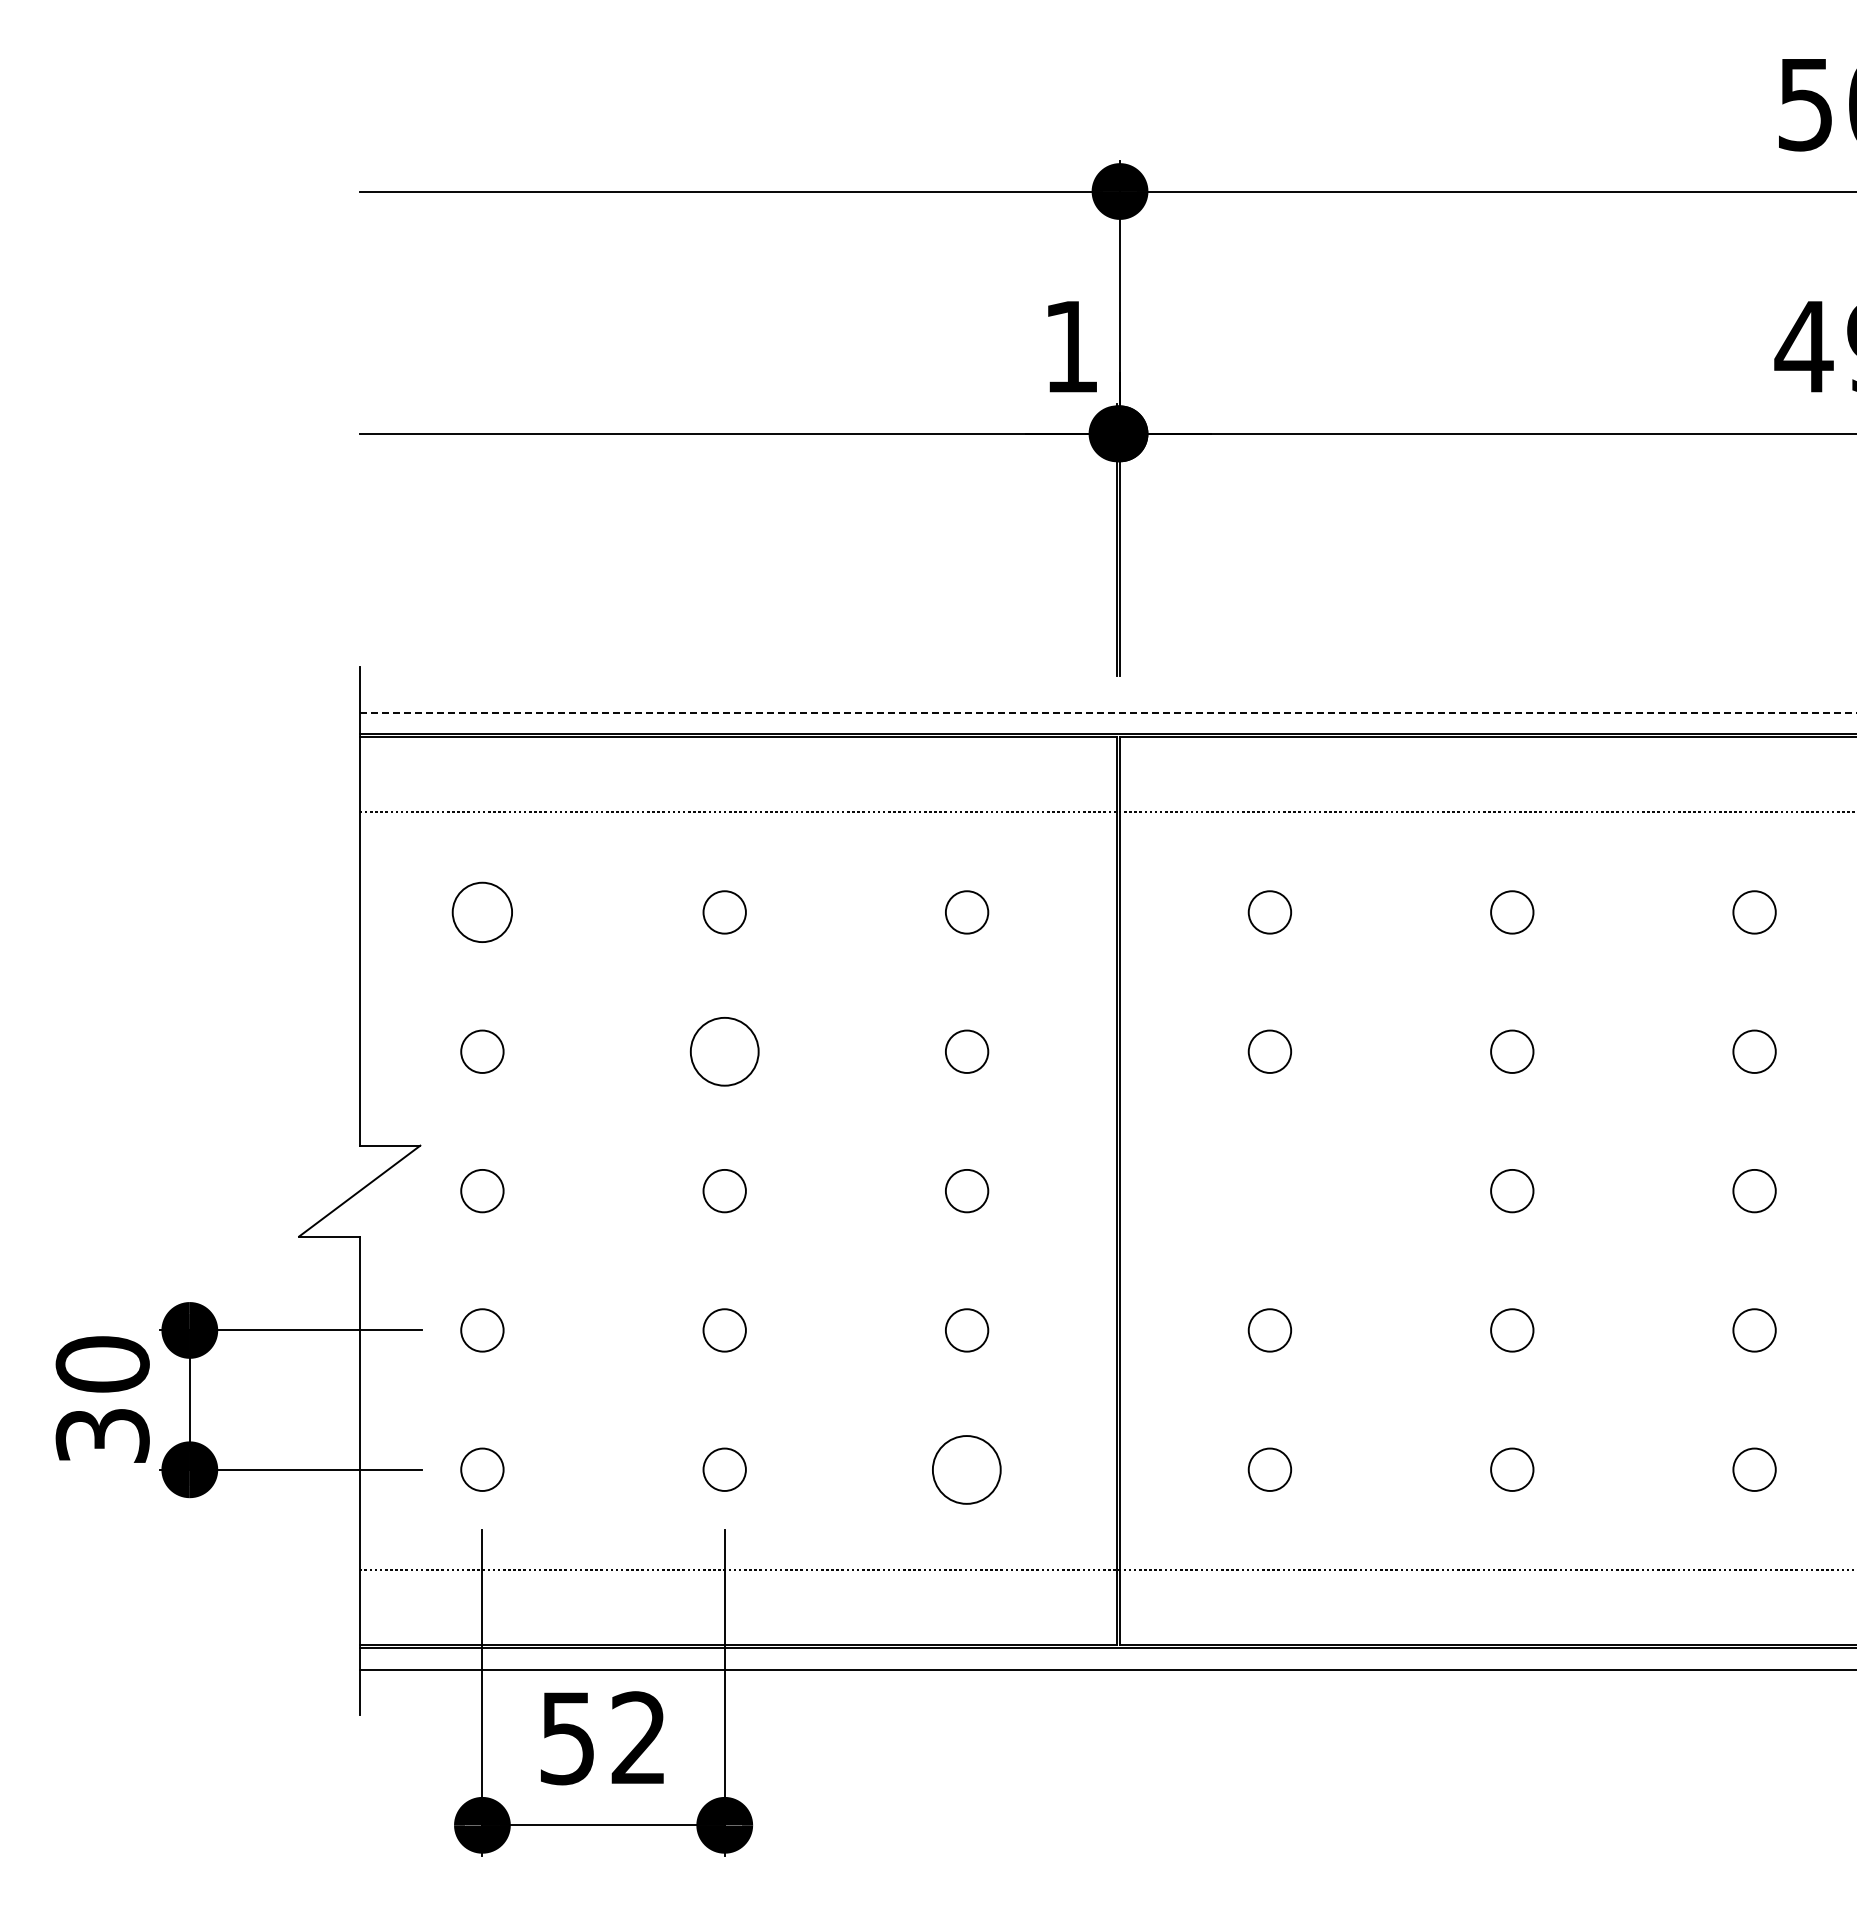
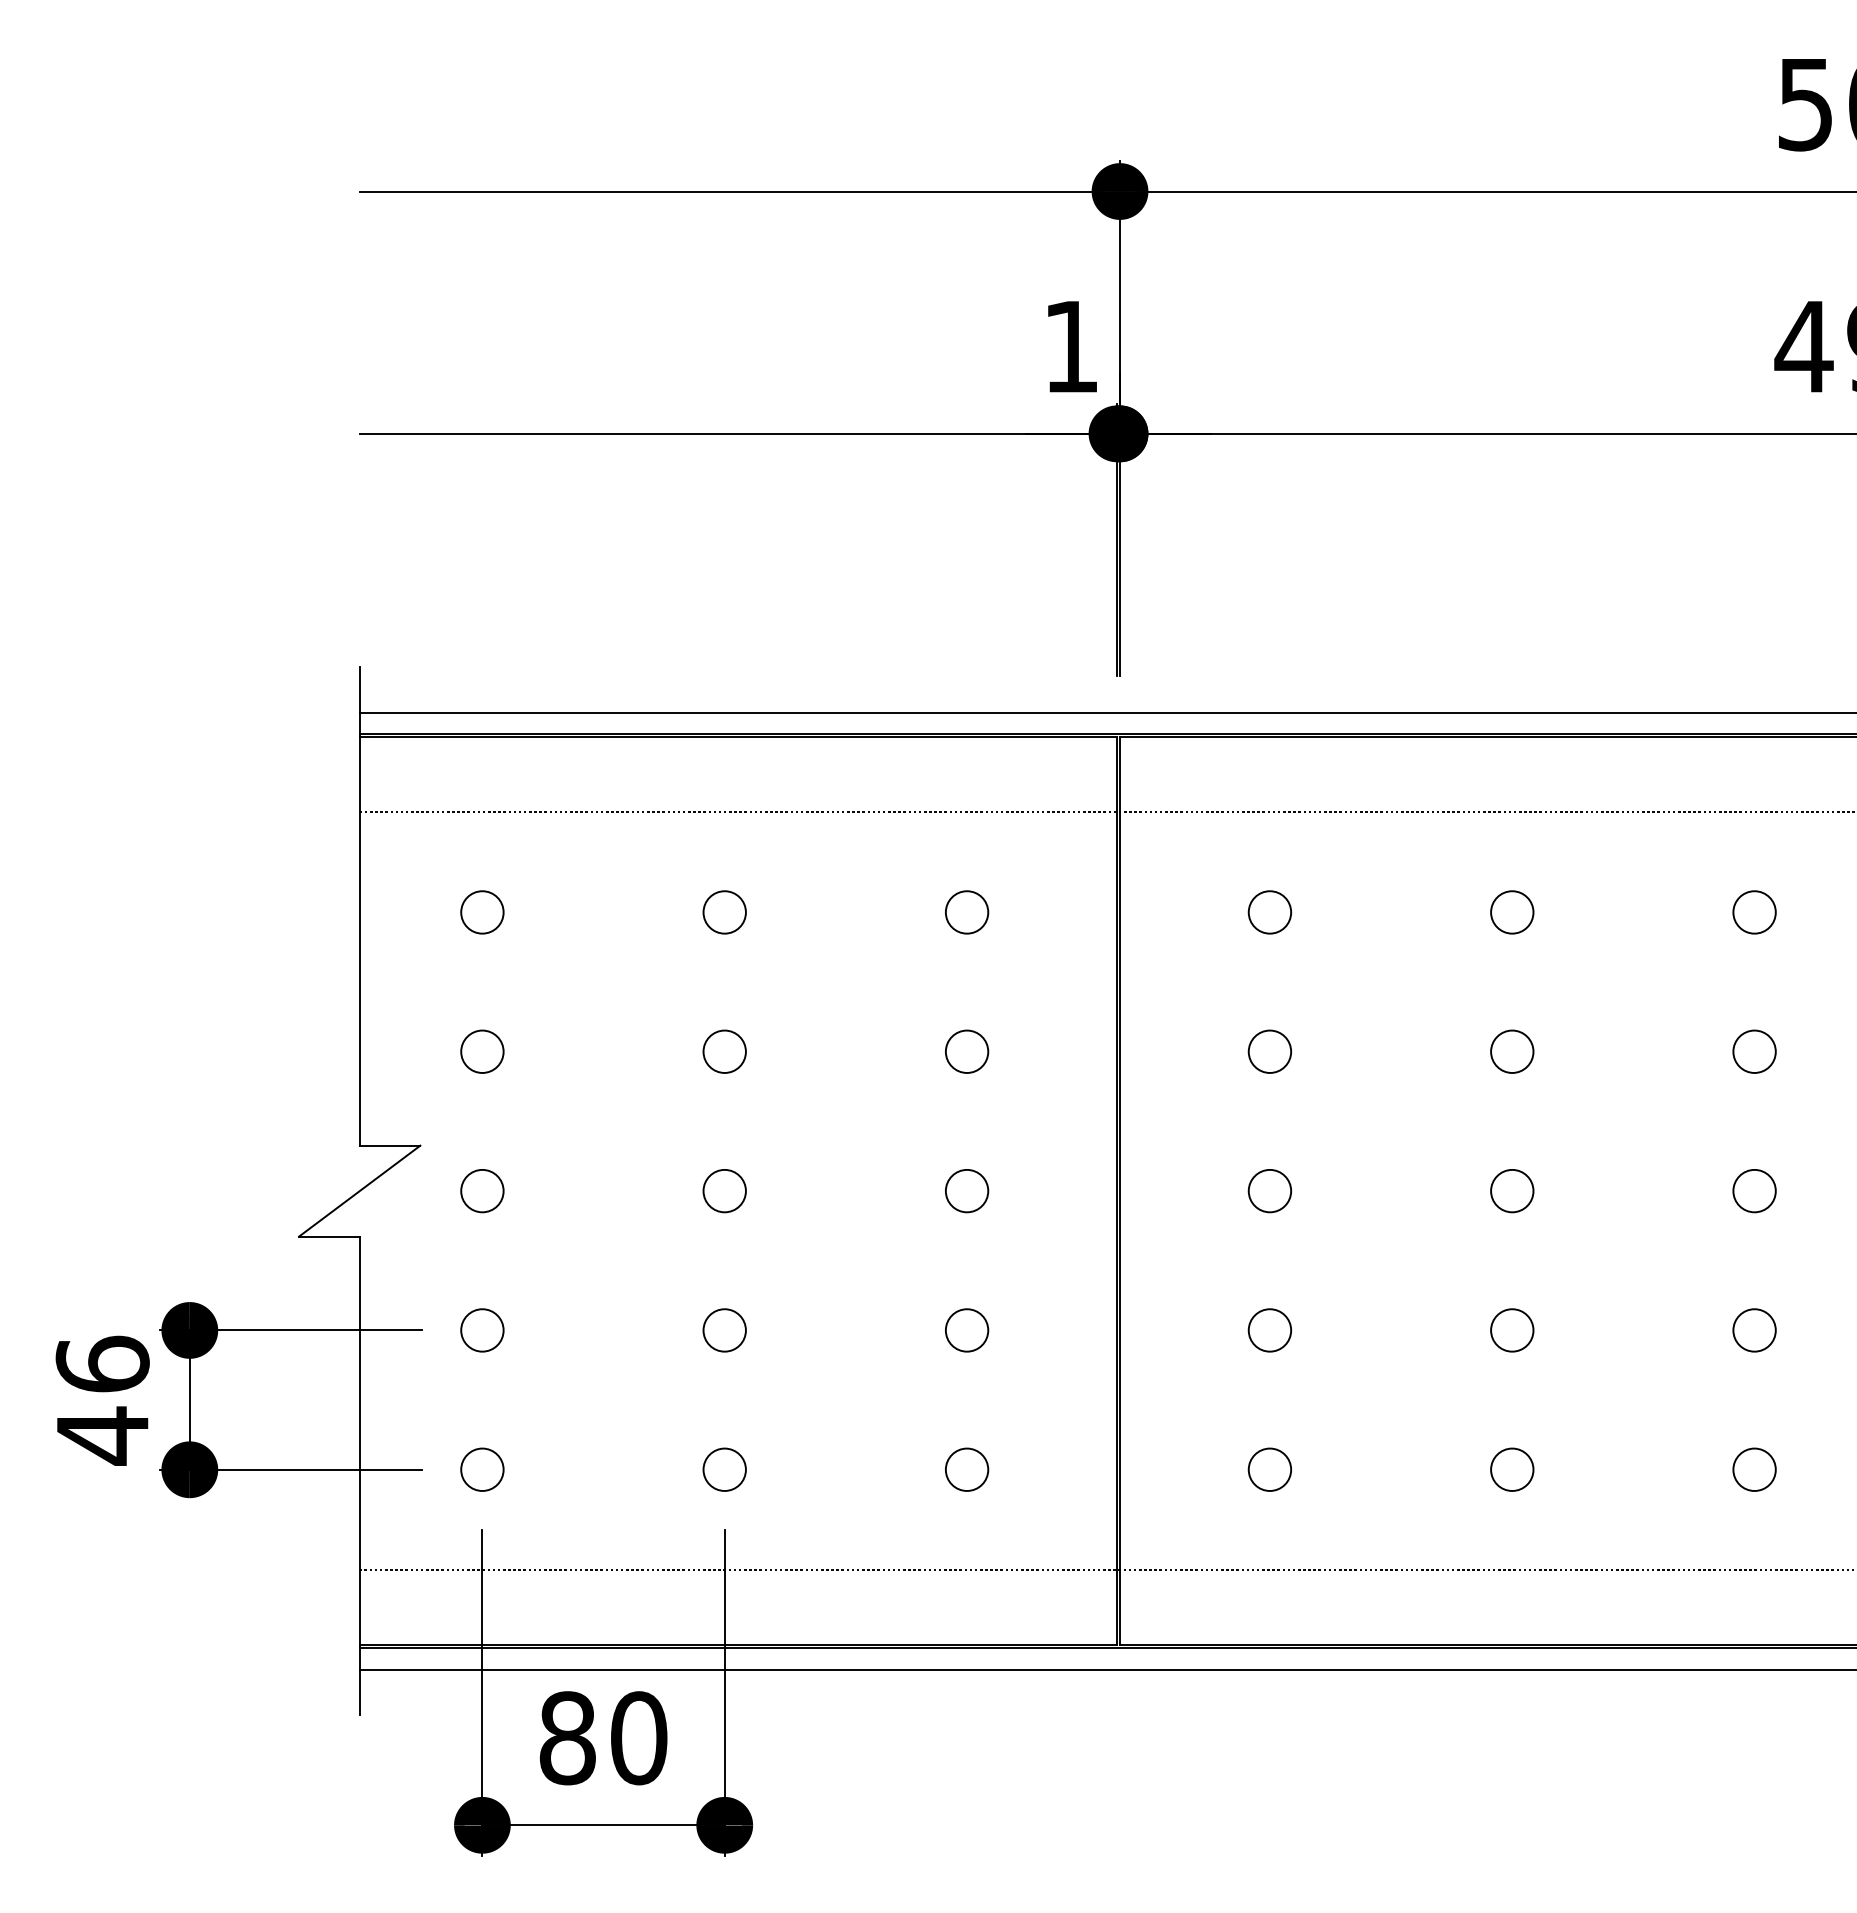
line at (1108, 712): dashed -> solid
circle at (482, 912) diameter: 59 px -> 42 px
circle at (724, 1051) diameter: 68 px -> 42 px
circle at (1269, 1191): none -> present
text at (102, 1400): 30 -> 46
circle at (966, 1469) size: 70x70 px -> 45x45 px
text at (603, 1738): 52 -> 80
